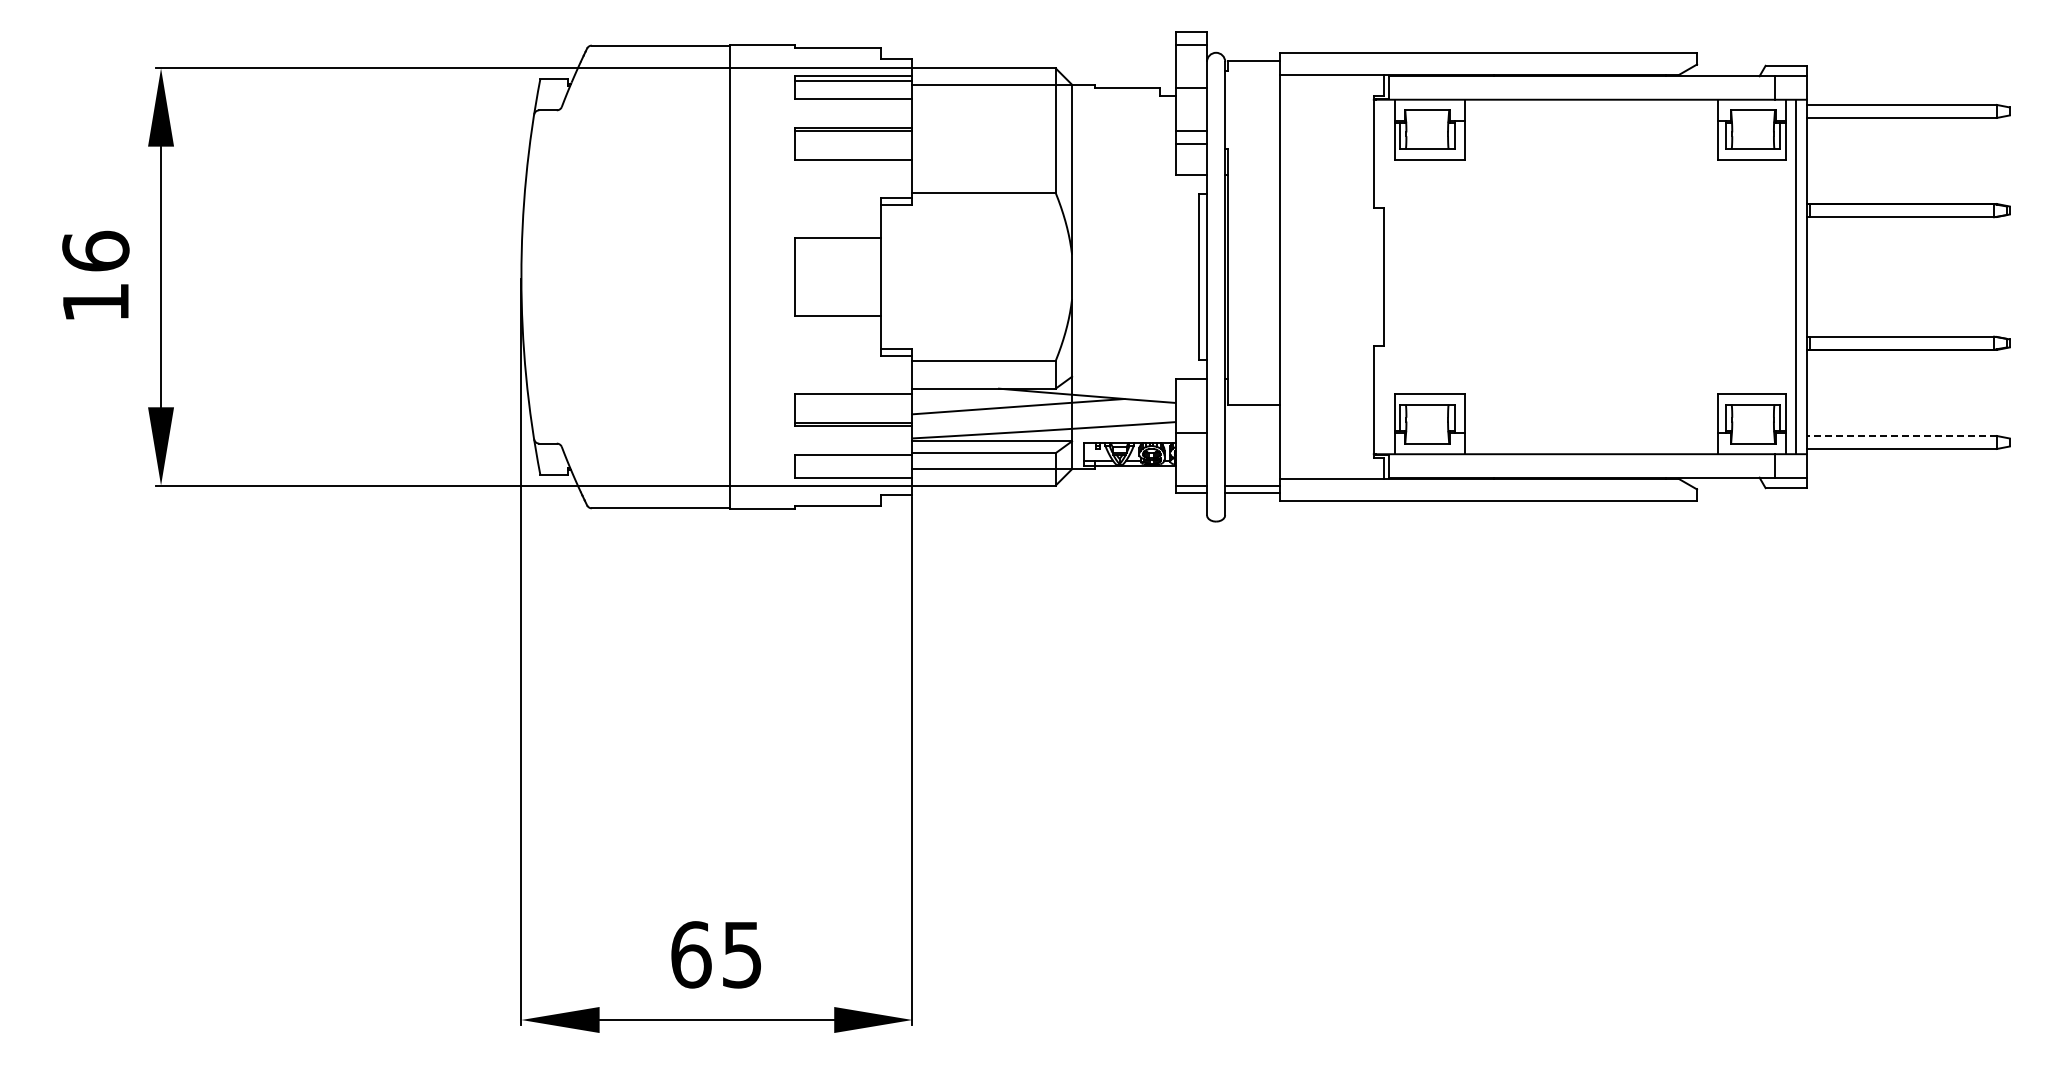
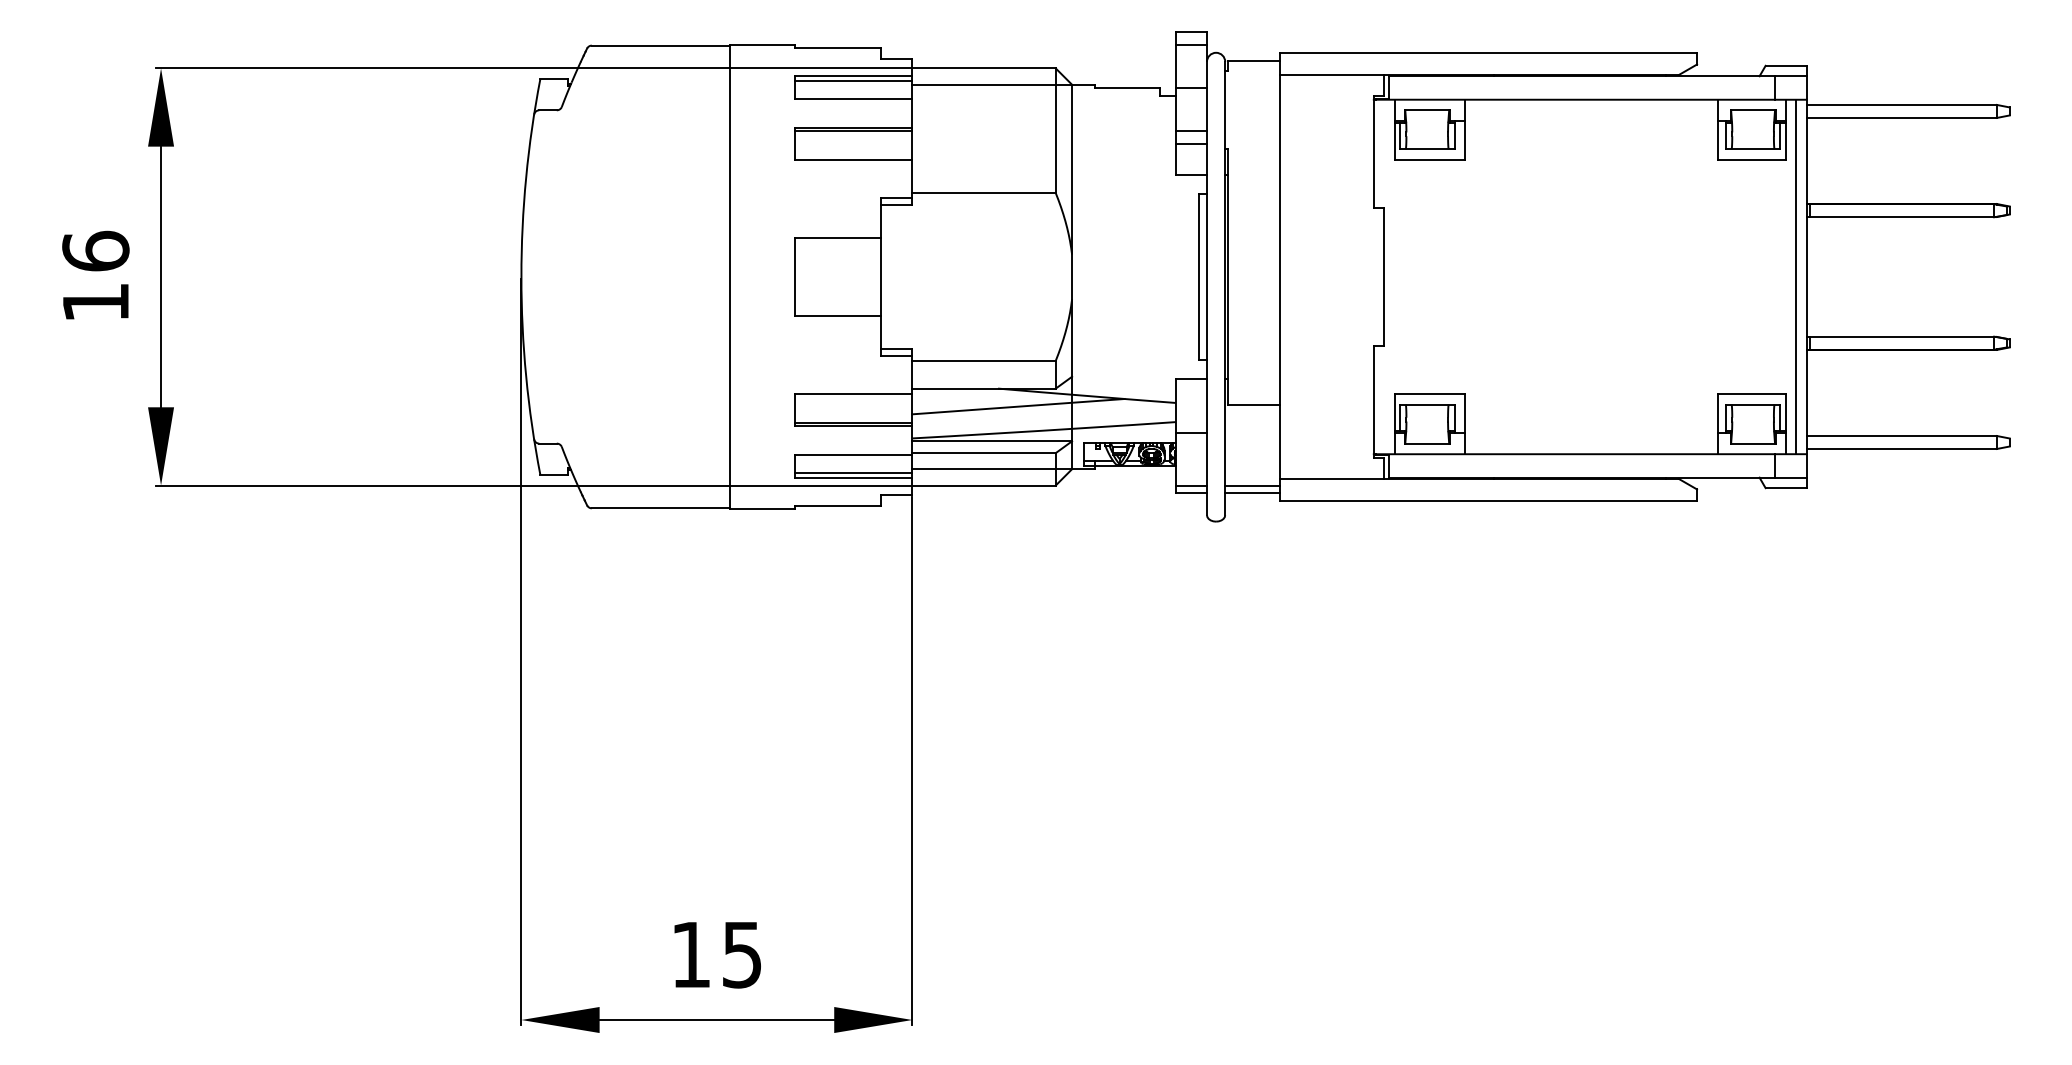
line at (1901, 435): dashed -> solid
line at (853, 473): none -> present
text at (691, 954): 65 -> 15
